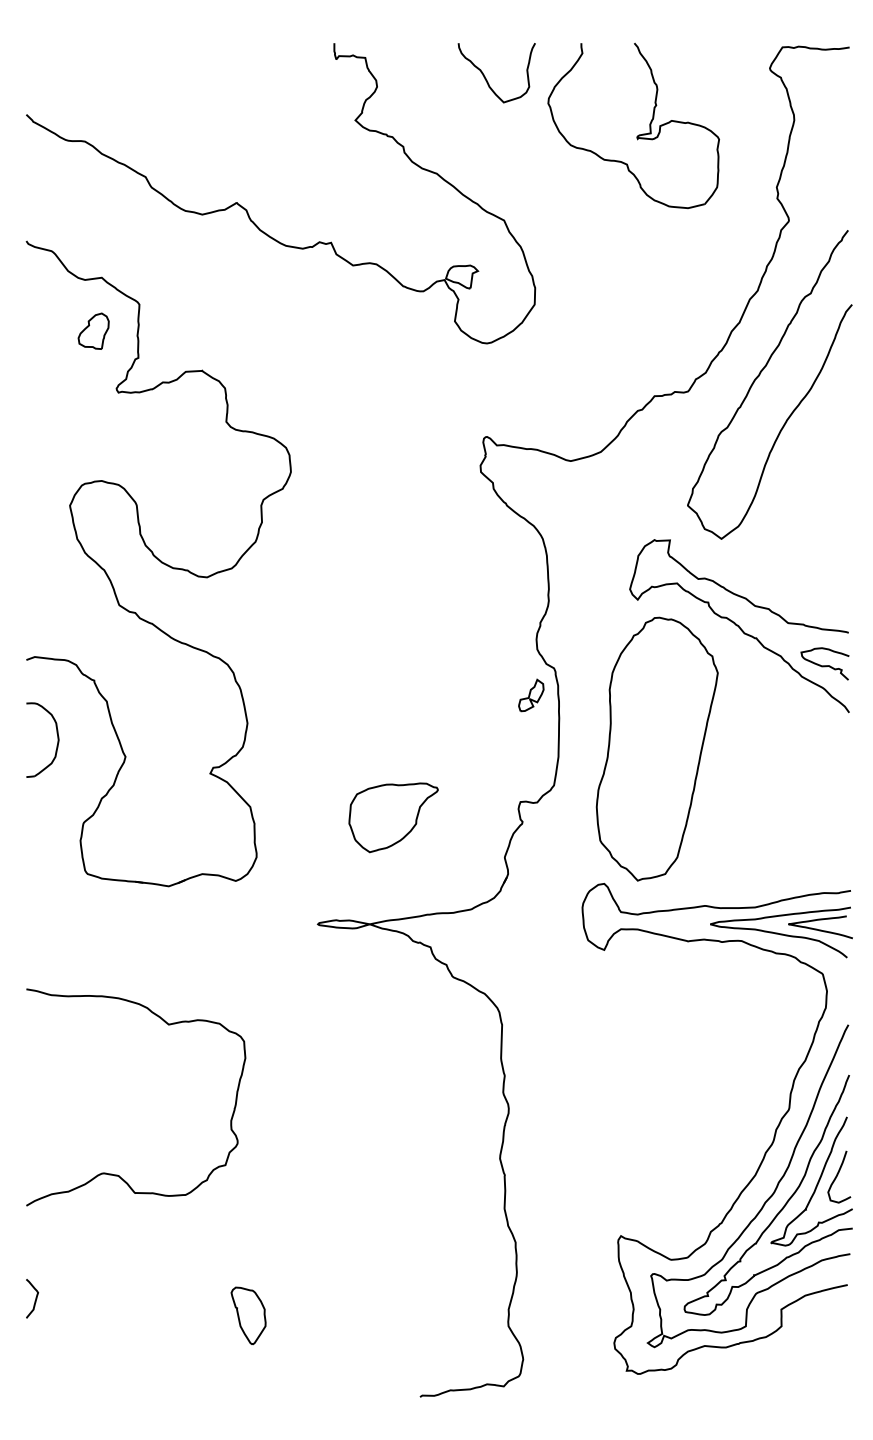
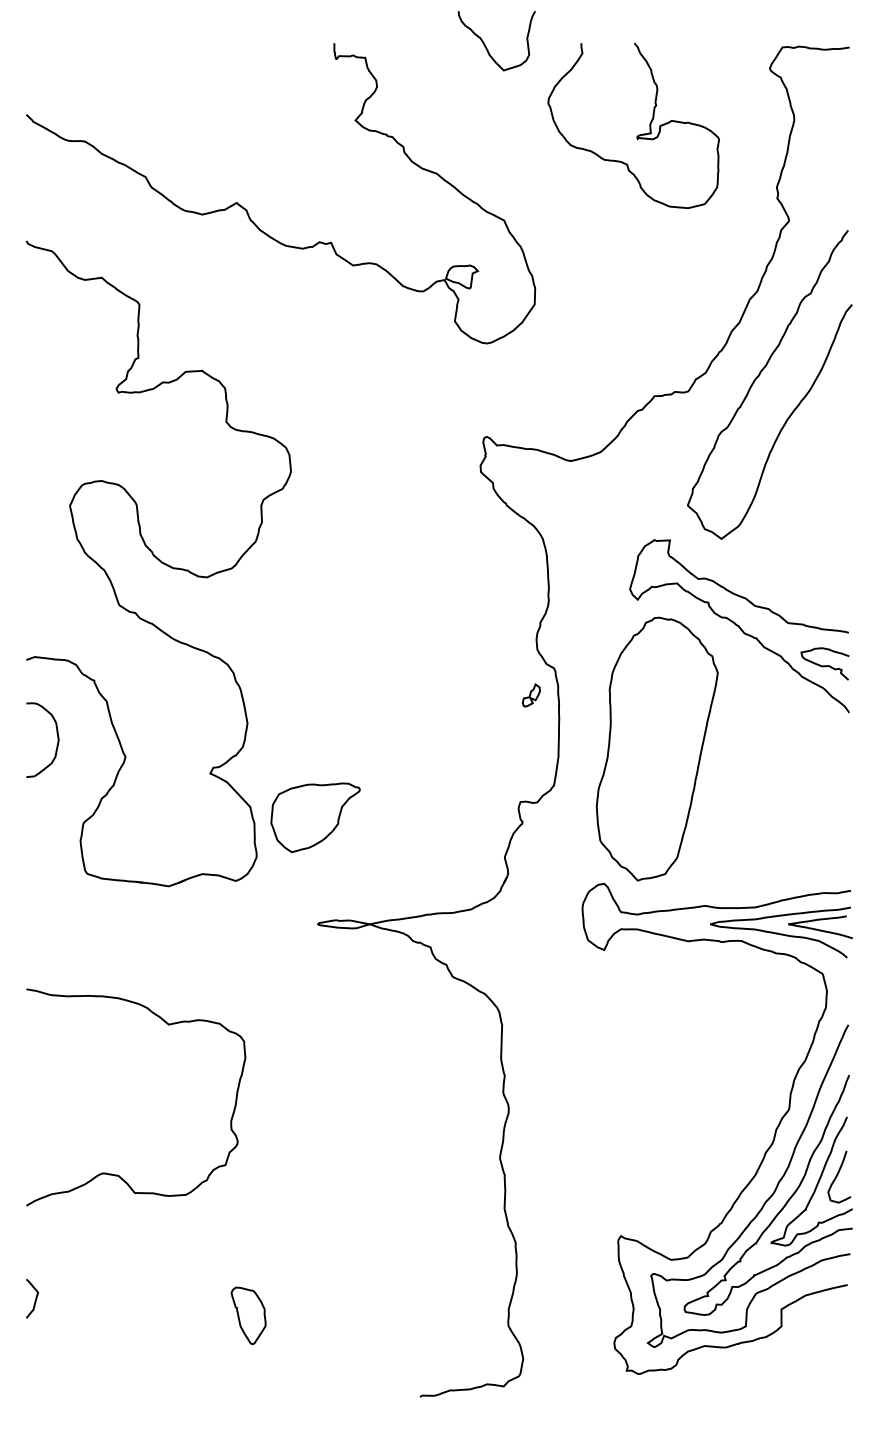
curve at (486, 78) position: (486, 78) -> (486, 46)
part at (93, 330): present -> none
part at (531, 695) size: 27x35 px -> 20x25 px
part at (393, 817) position: (393, 817) -> (315, 817)
